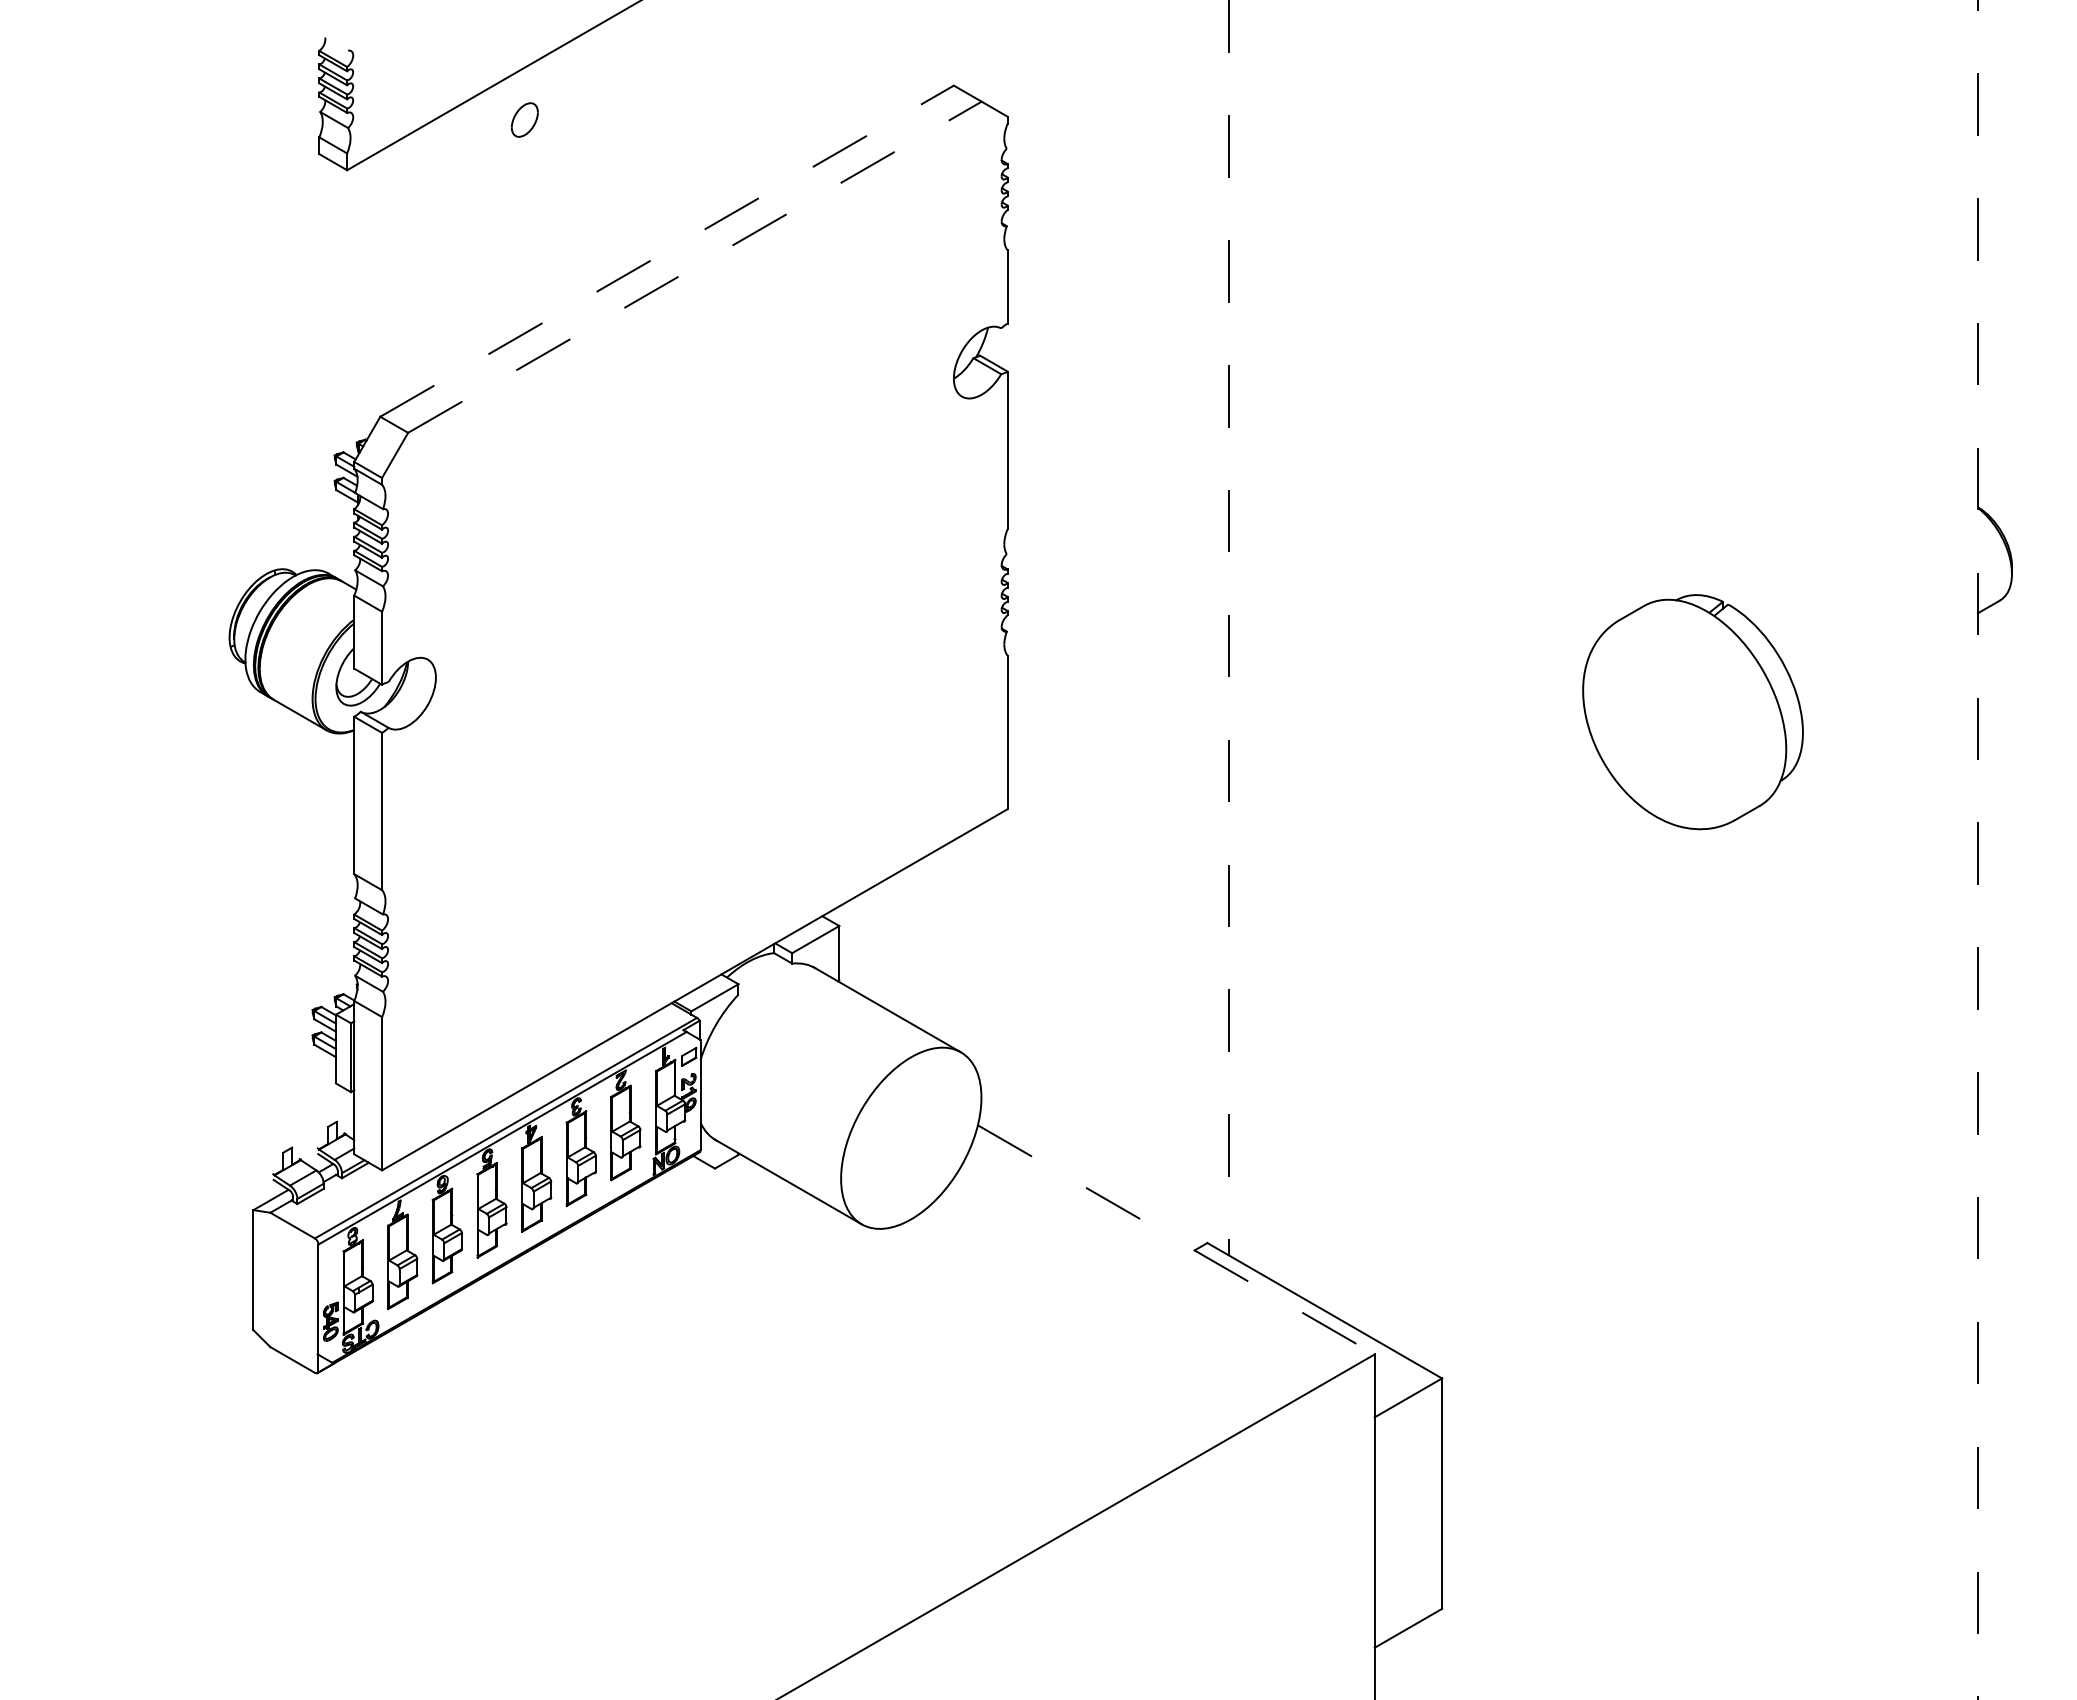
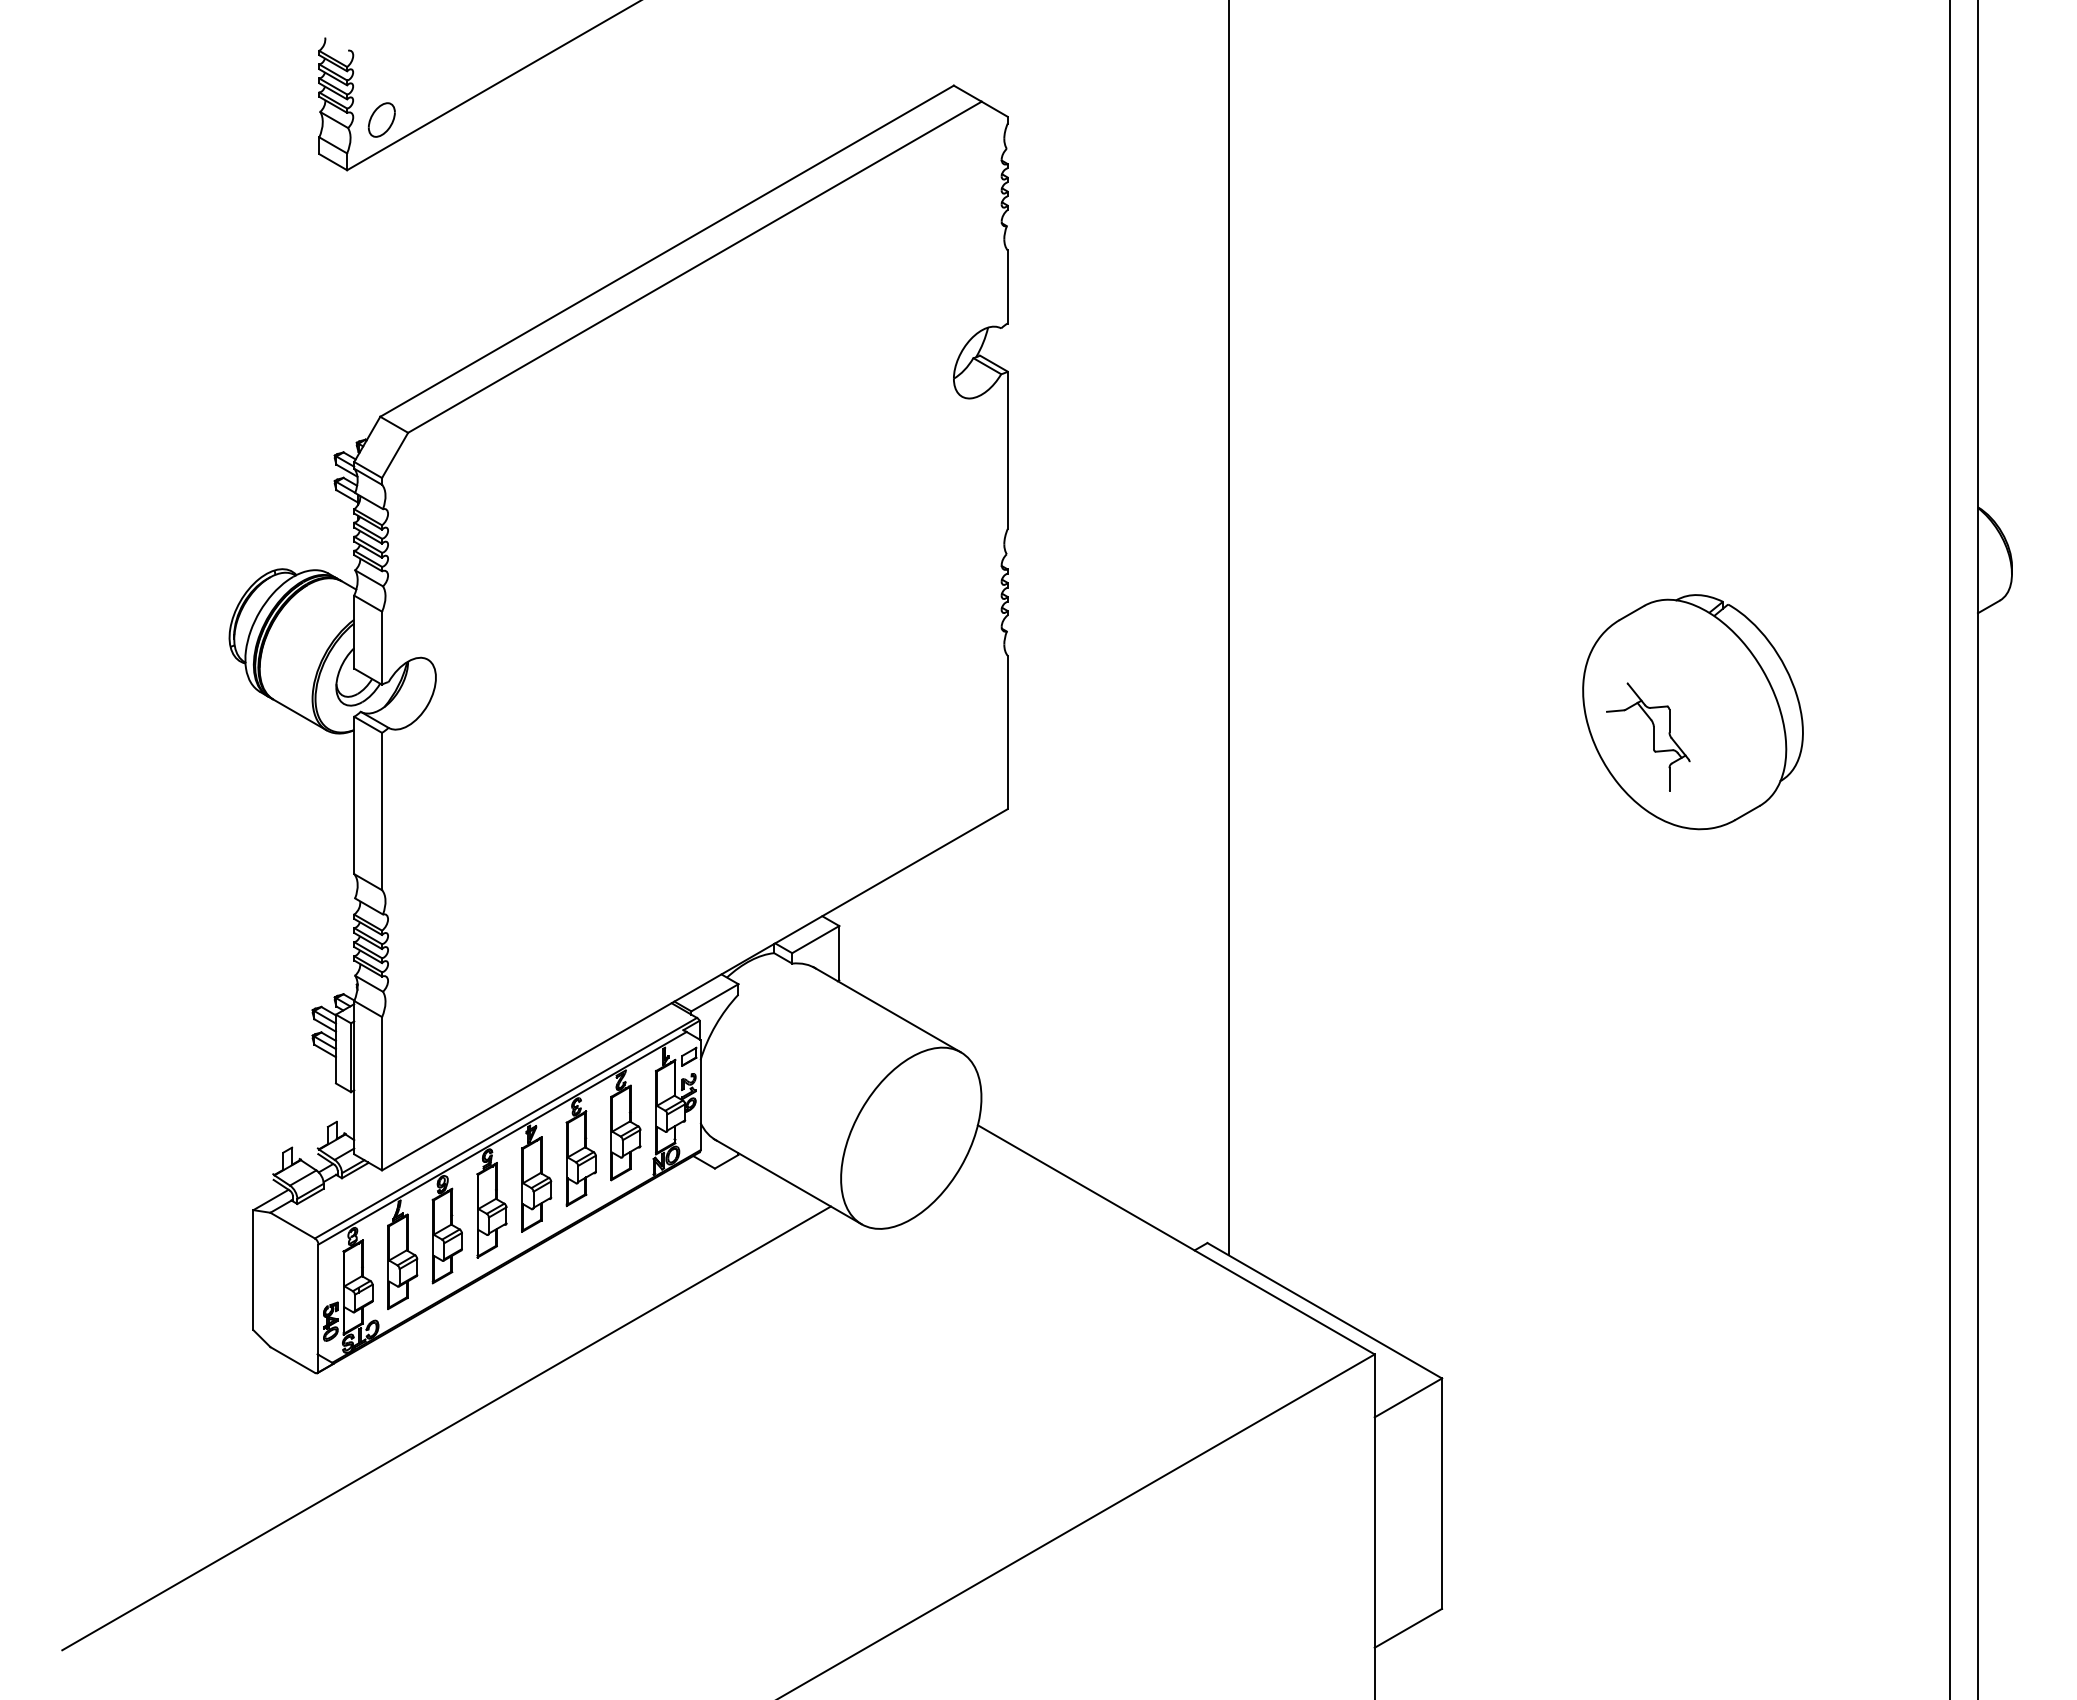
part at (524, 119) position: (524, 119) -> (381, 119)
line at (667, 250): dashed -> solid
line at (695, 267): dashed -> solid
line at (1228, 628): dashed -> solid
part at (1648, 736): none -> present
line at (1949, 849): none -> present
line at (1977, 850): dashed -> solid
line at (1176, 1240): dashed -> solid
line at (446, 1428): none -> present
